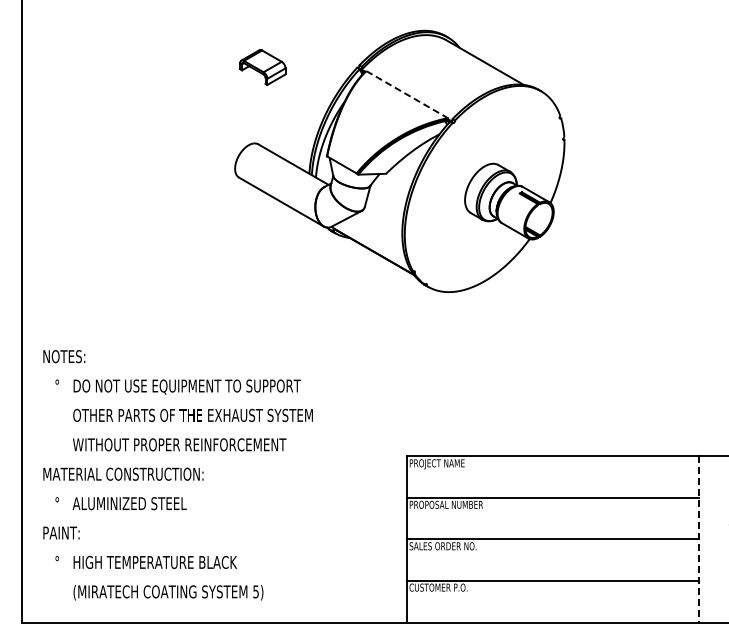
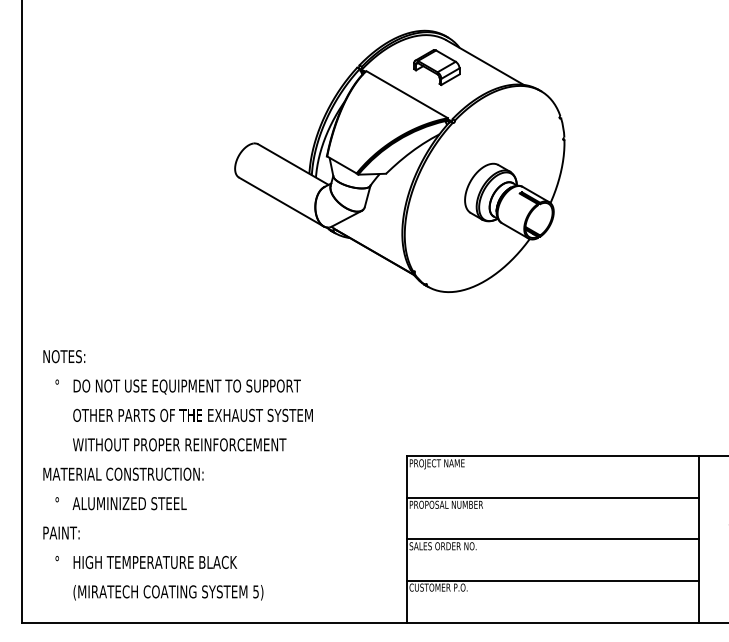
part at (262, 67) position: (262, 67) -> (436, 67)
line at (407, 94): dashed -> solid
line at (698, 539): dashed -> solid
